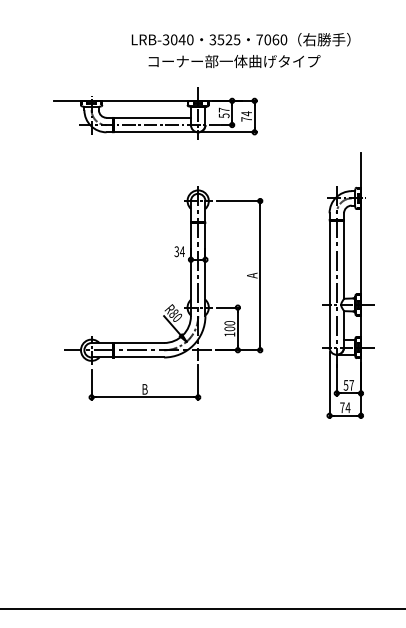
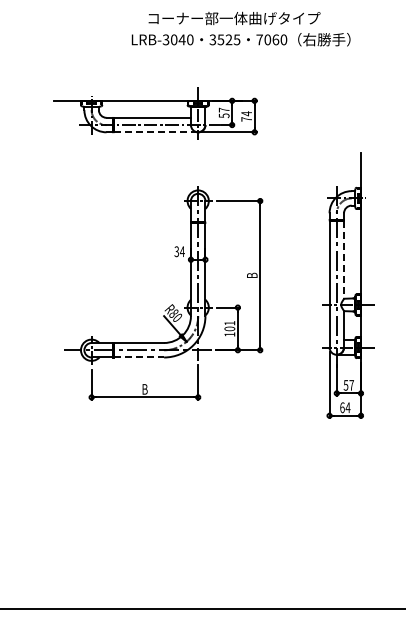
text at (234, 61) position: (234, 61) -> (234, 18)
line at (156, 132): solid -> dashed
line at (344, 260): solid -> dashed
text at (252, 275): A -> B
text at (229, 323): 100 -> 101
line at (139, 357): solid -> dashed
text at (342, 407): 74 -> 64
